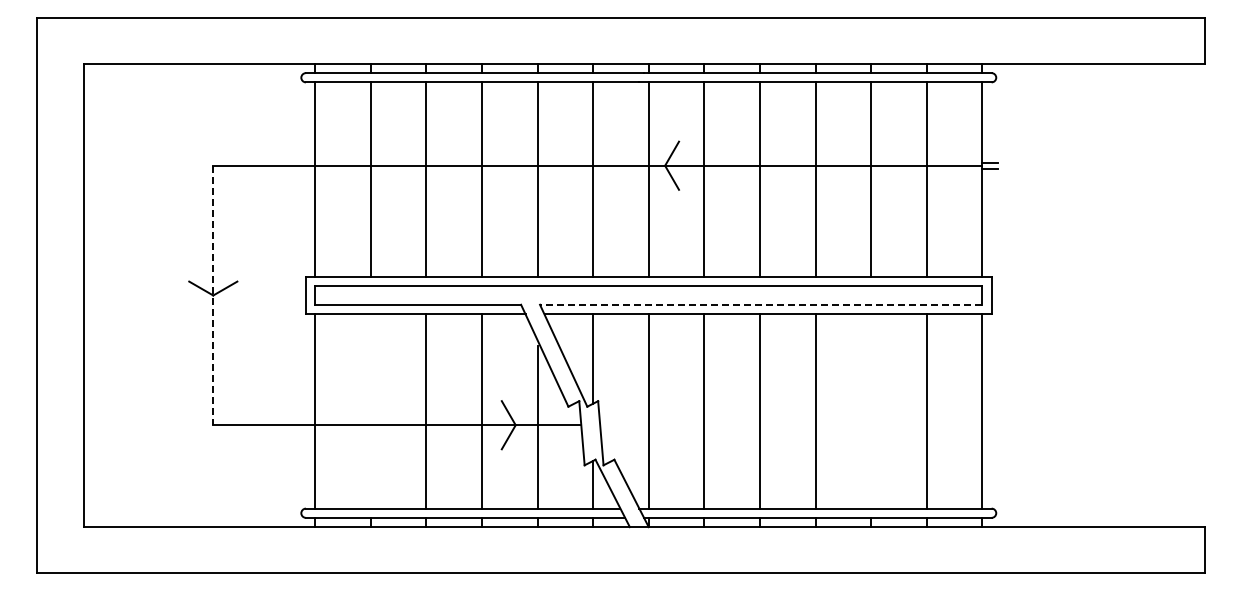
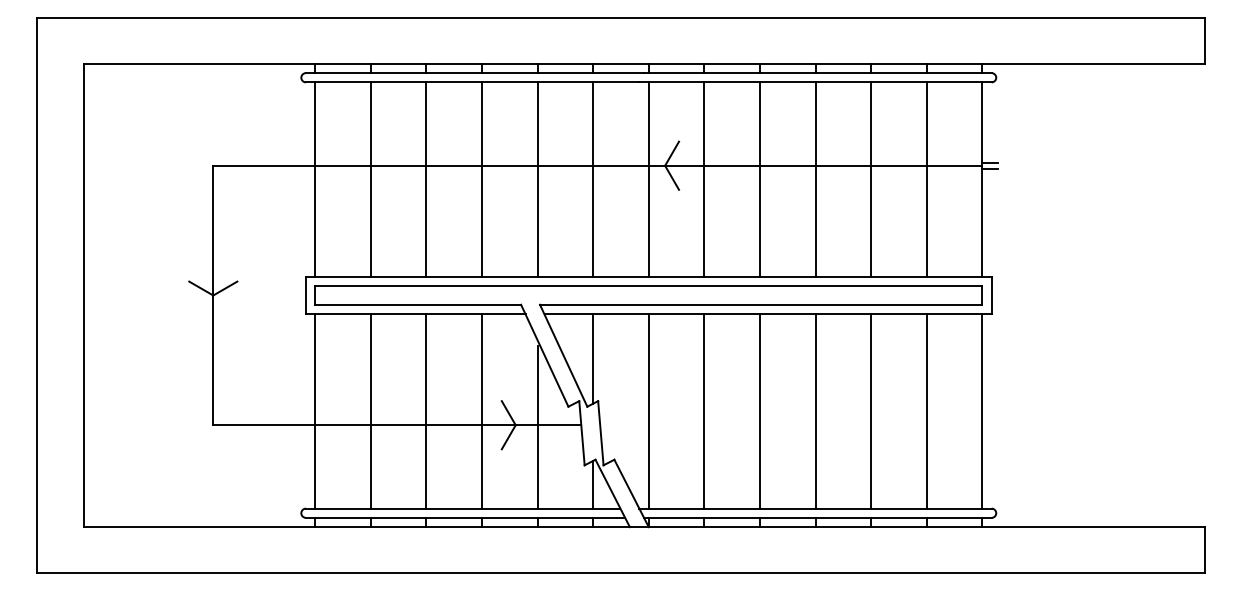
line at (213, 295): dashed -> solid
line at (760, 304): dashed -> solid
line at (370, 411): none -> present
line at (871, 411): none -> present
